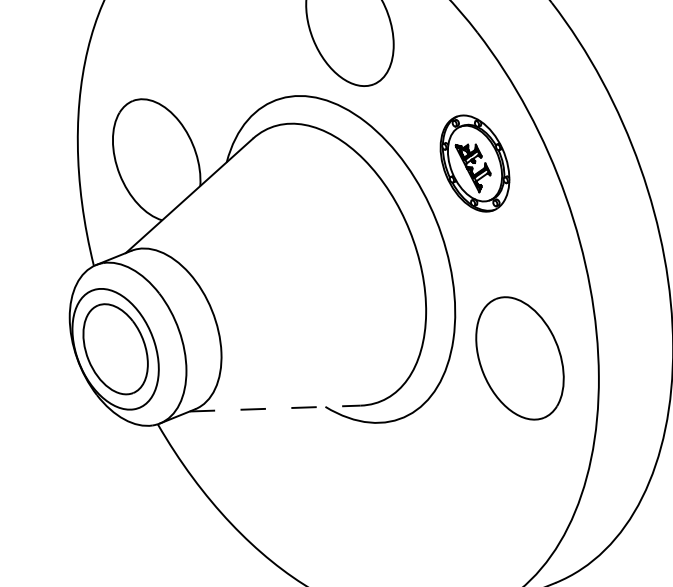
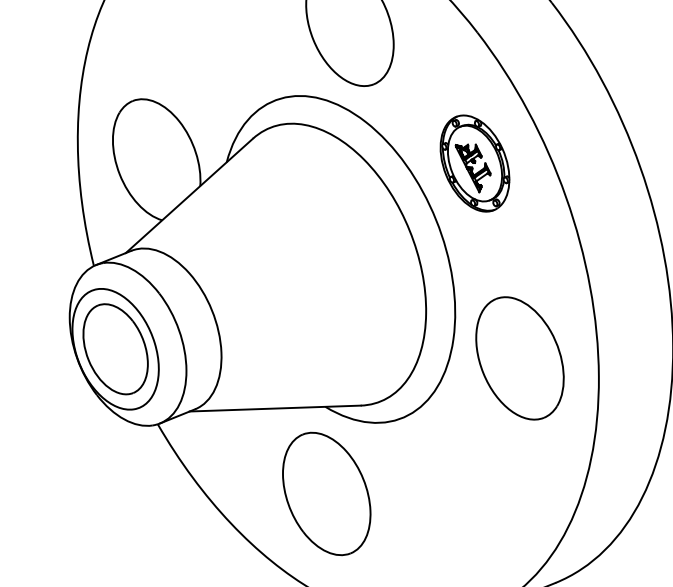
line at (275, 408): dashed -> solid
part at (326, 493): none -> present
